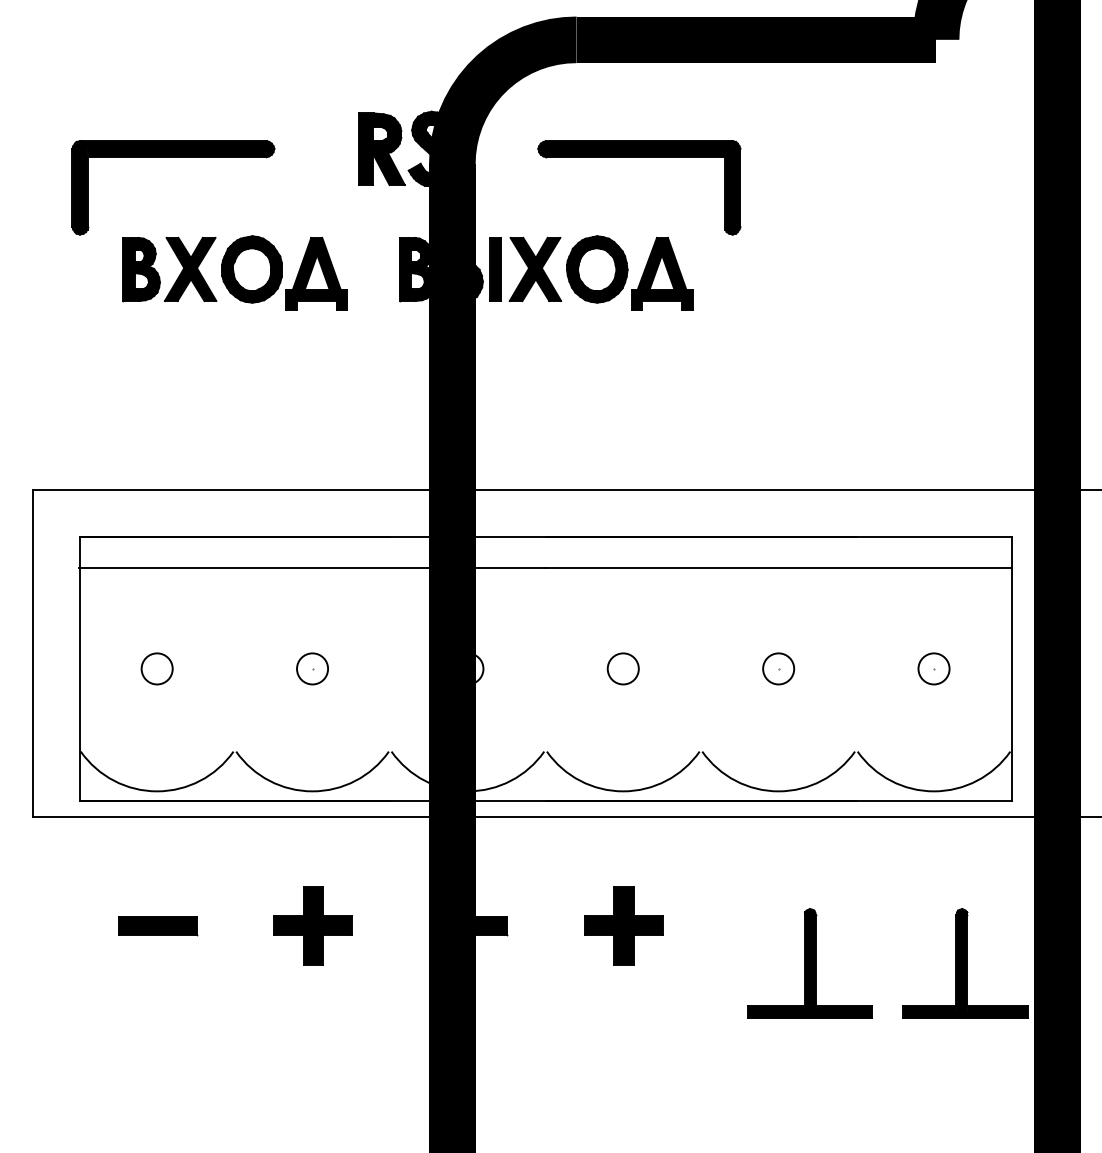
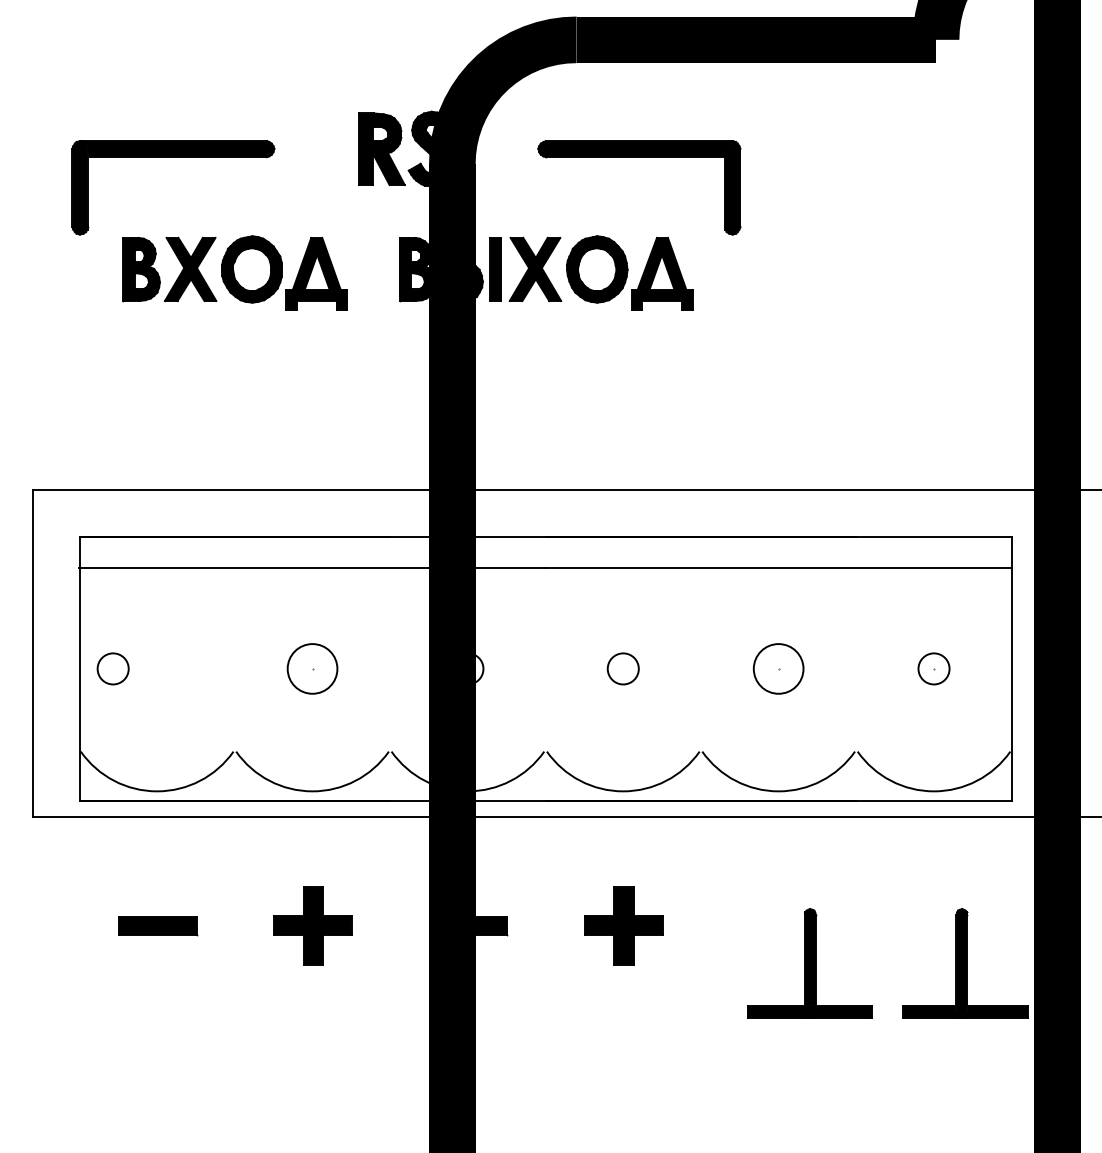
circle at (156, 668) position: (156, 668) -> (112, 668)
circle at (312, 668) diameter: 31 px -> 50 px
circle at (778, 668) diameter: 31 px -> 50 px
